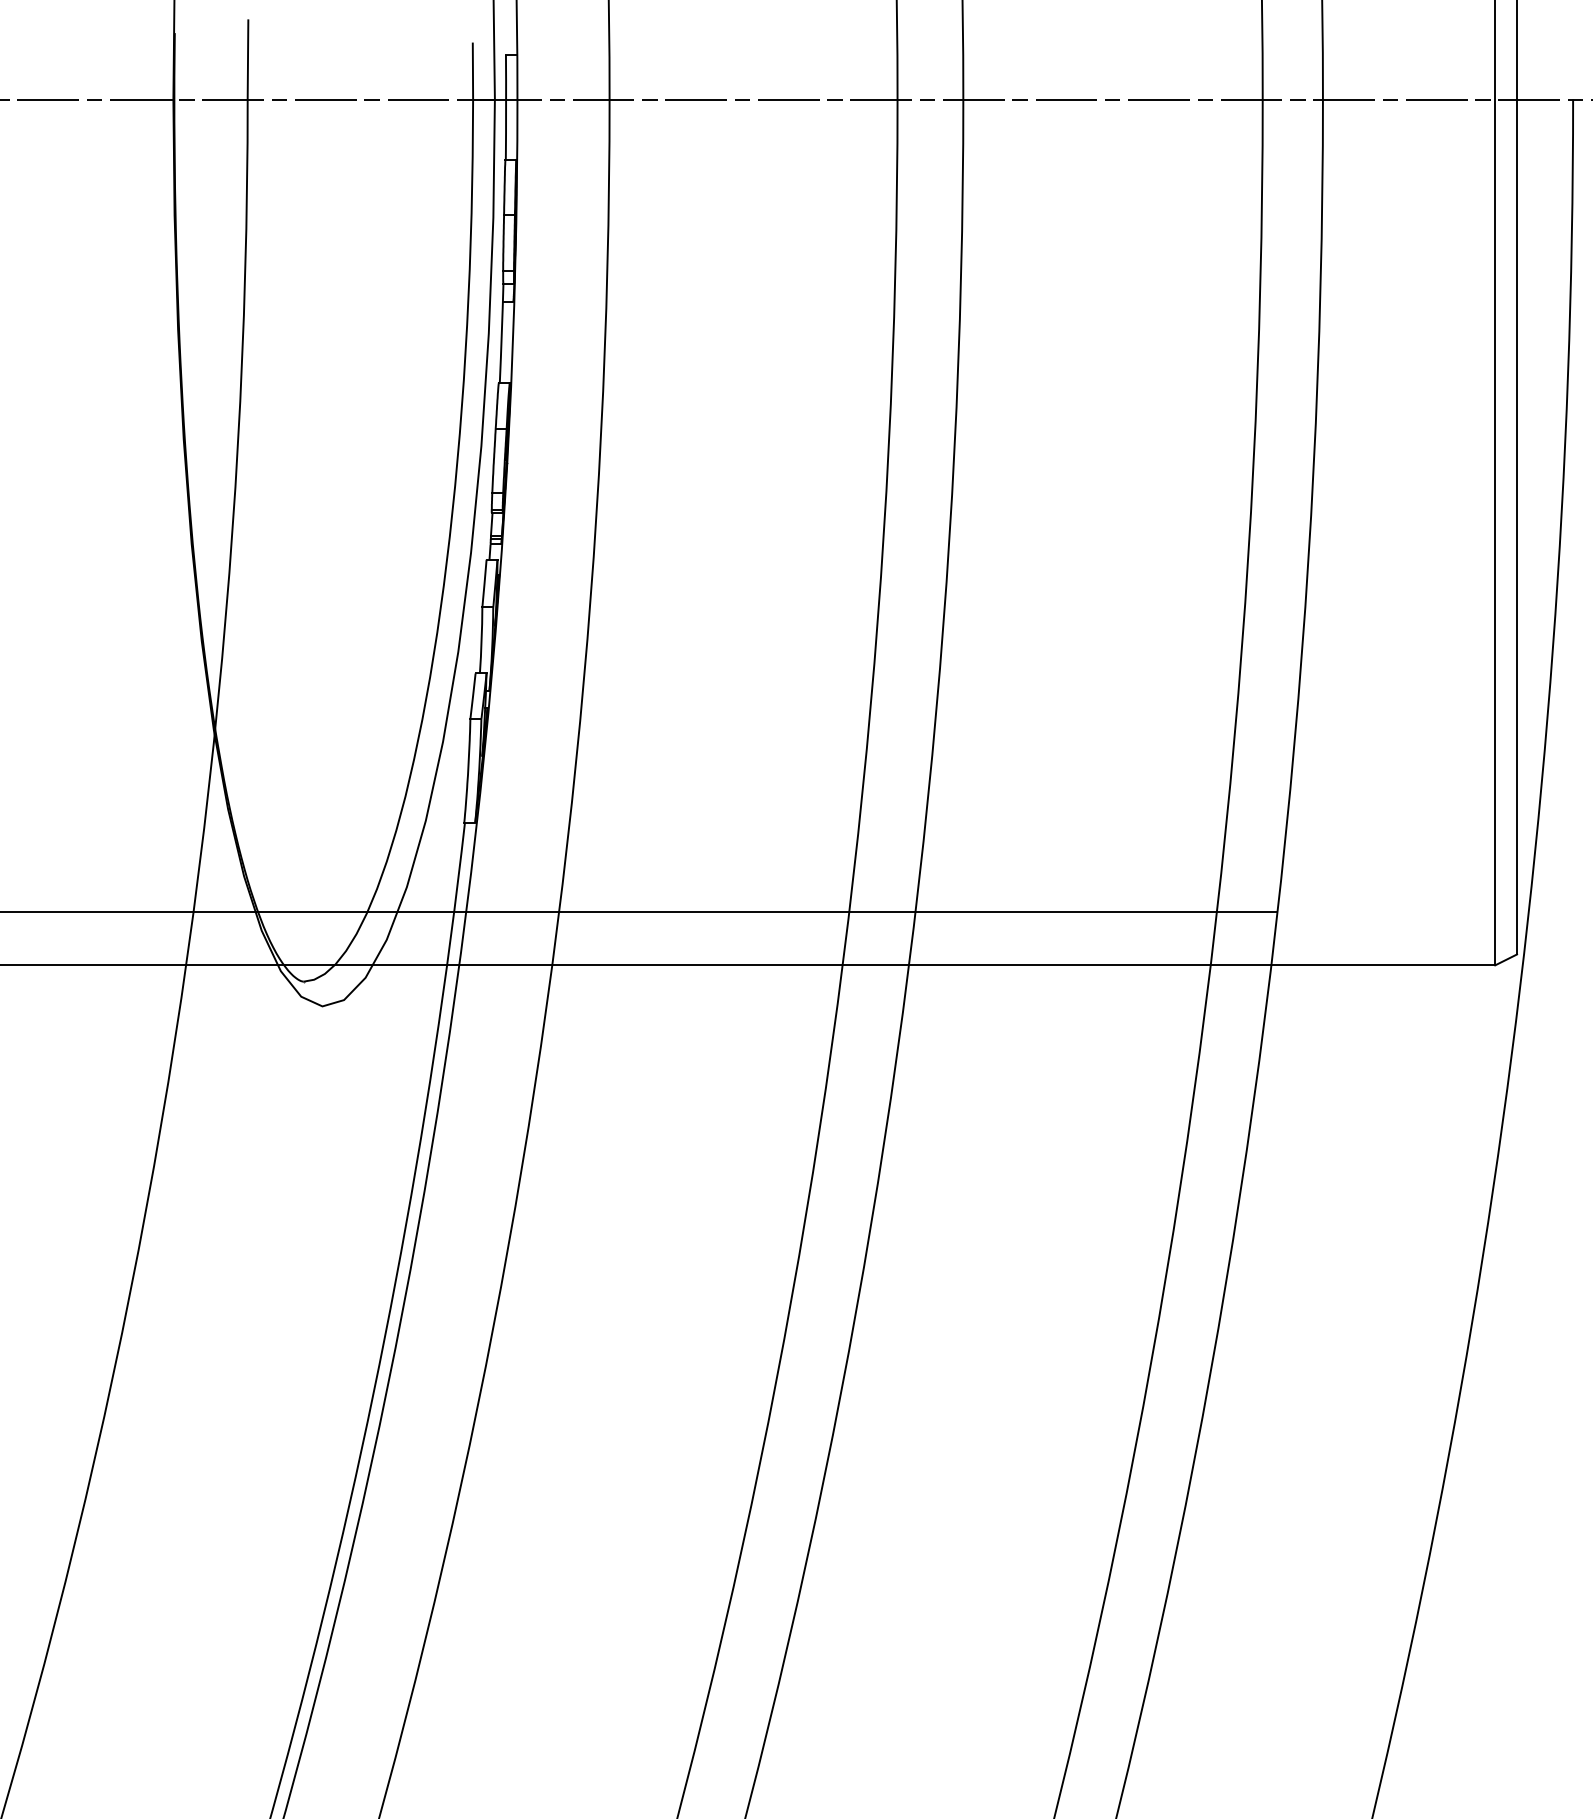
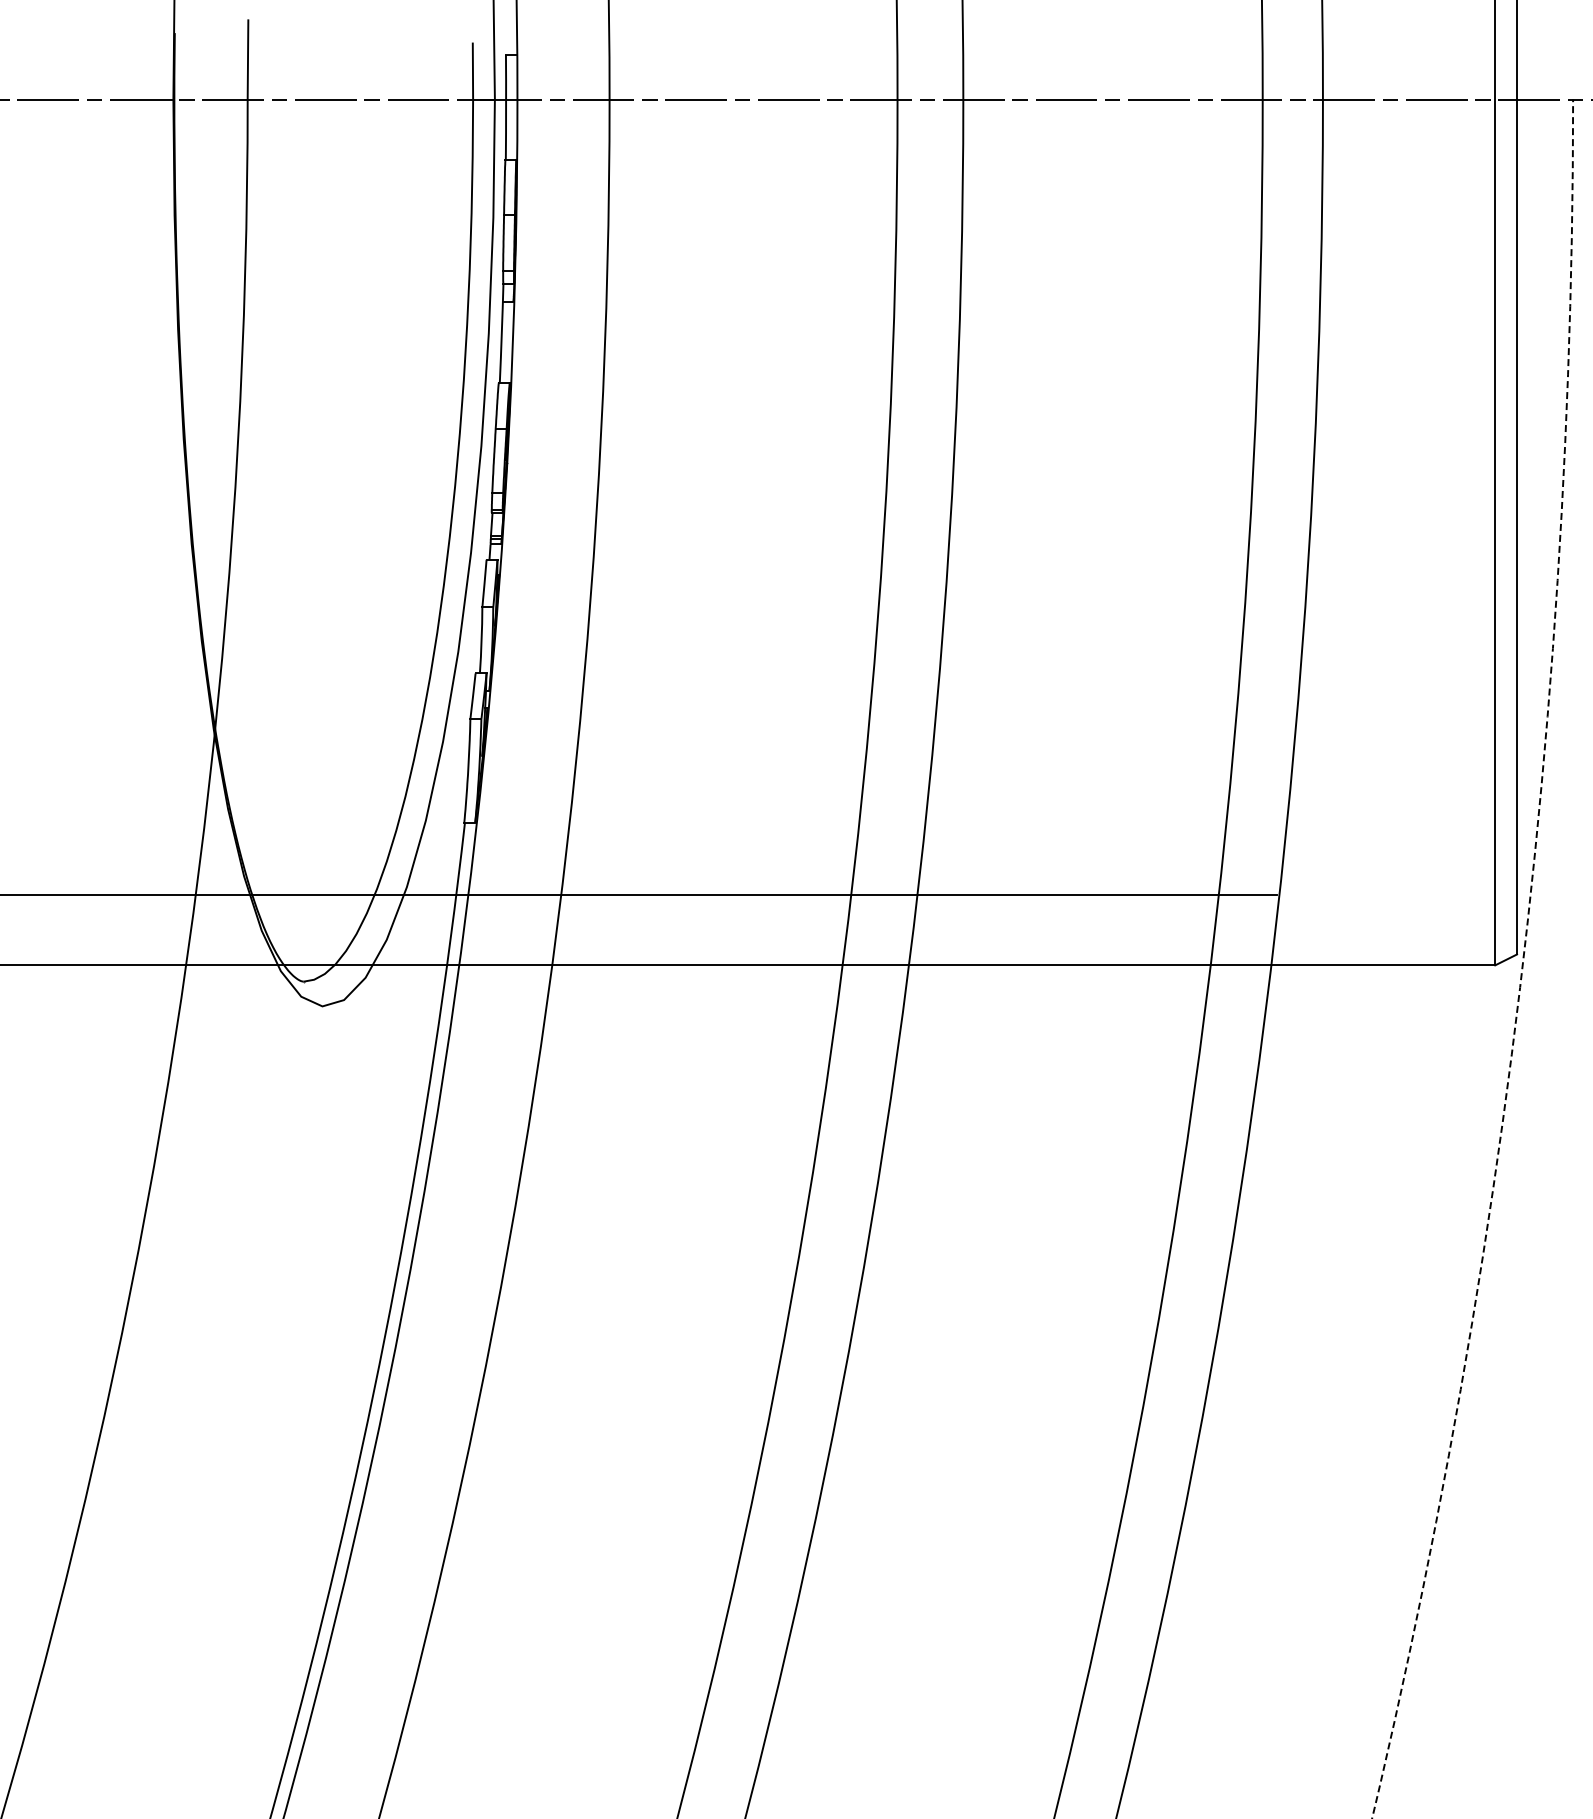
line at (639, 912) position: (639, 912) -> (639, 895)
arc at (1522, 964): solid -> dashed
